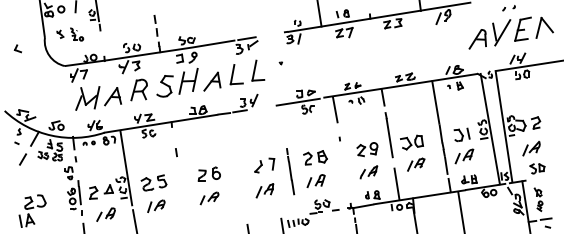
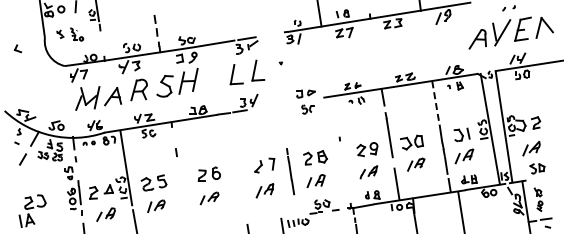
part at (212, 81): present -> none
line at (297, 101): present -> none
line at (435, 103): solid -> dashed
line at (334, 109): present -> none
